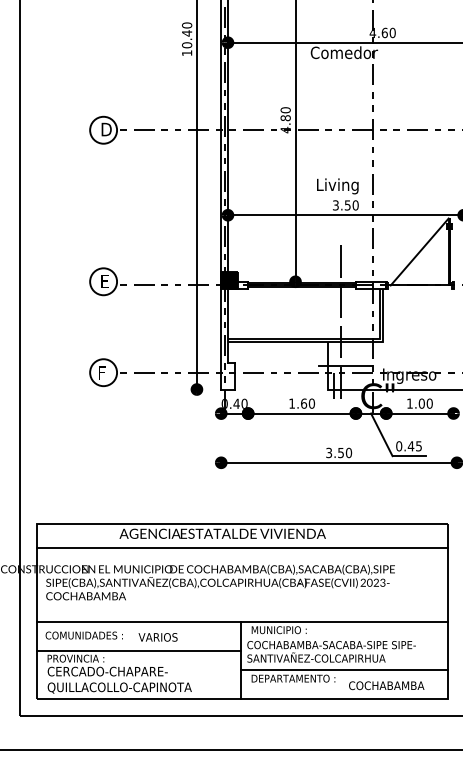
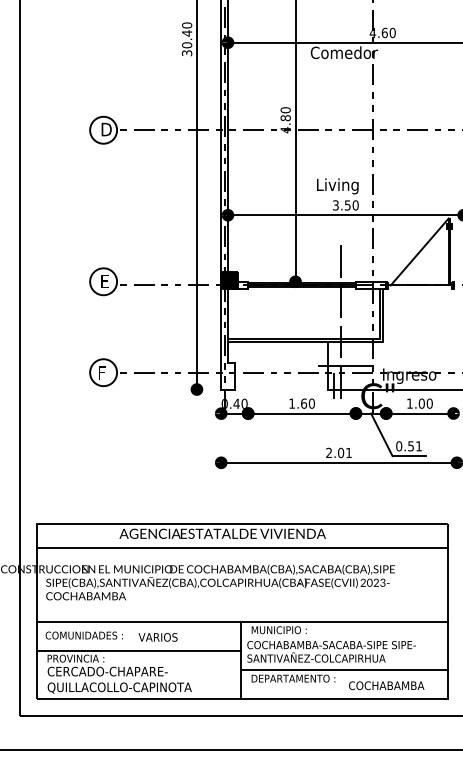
text at (187, 53): 10.40 -> 30.40
text at (414, 446): 0.45 -> 0.51
text at (339, 452): 3.50 -> 2.01
